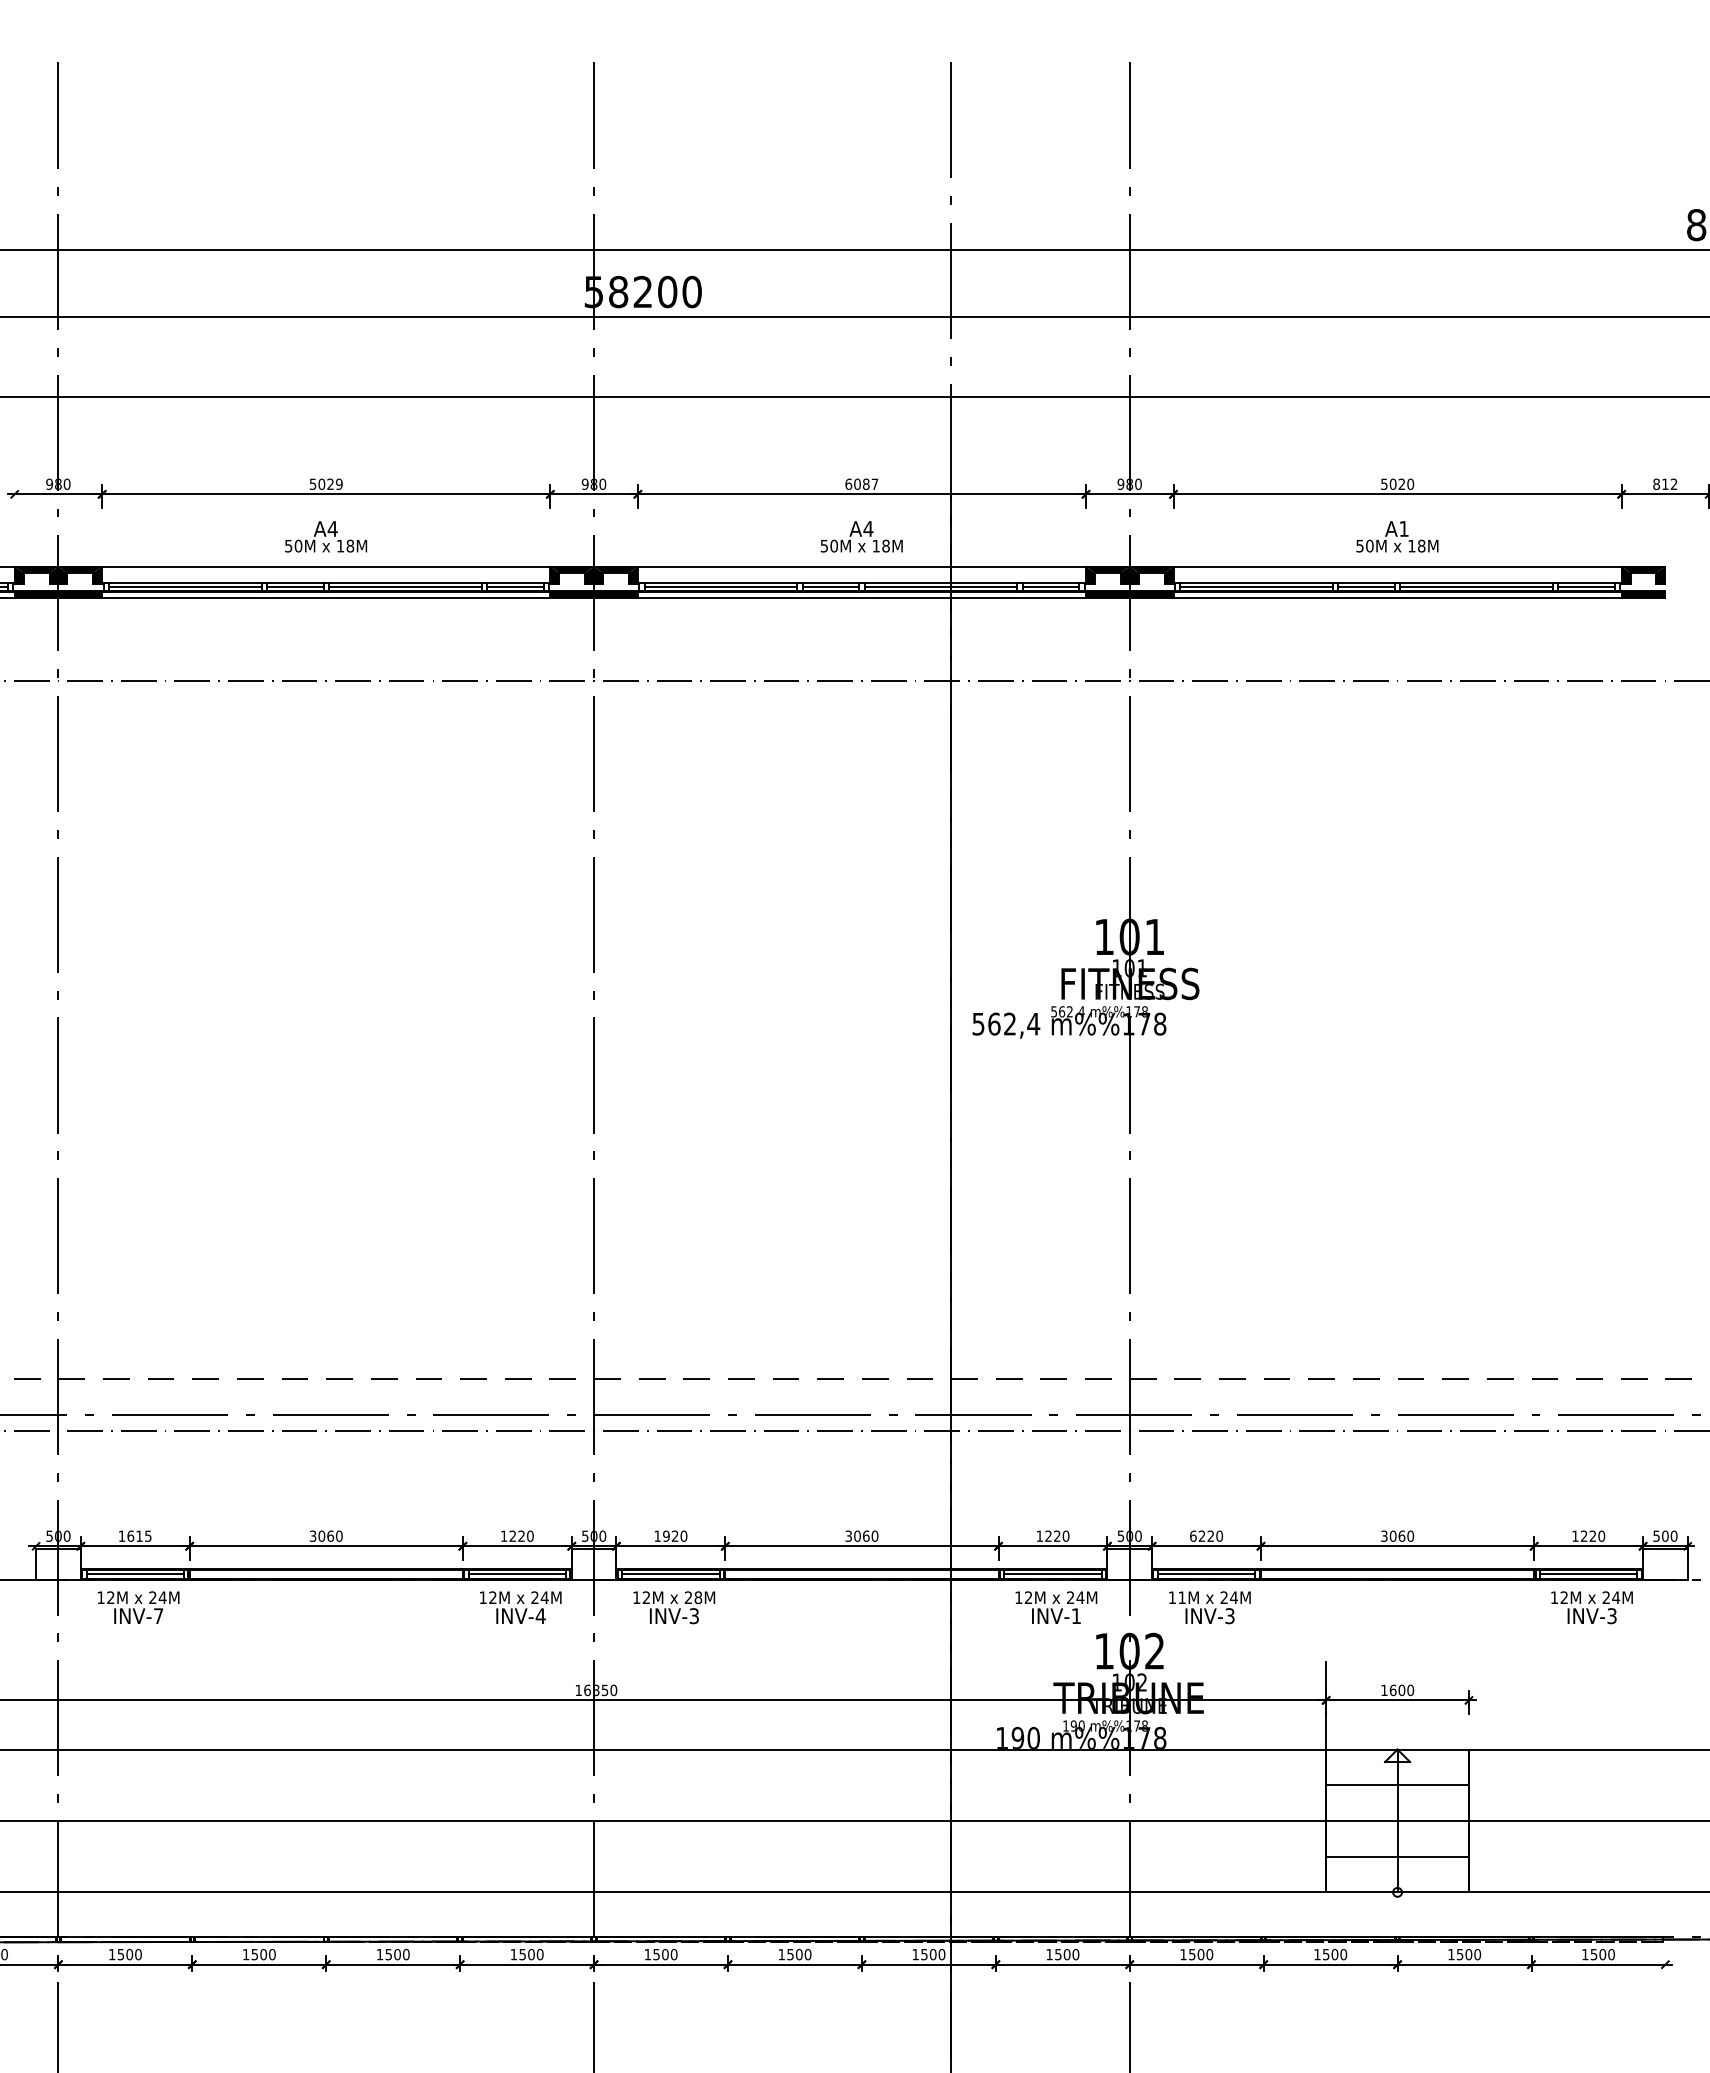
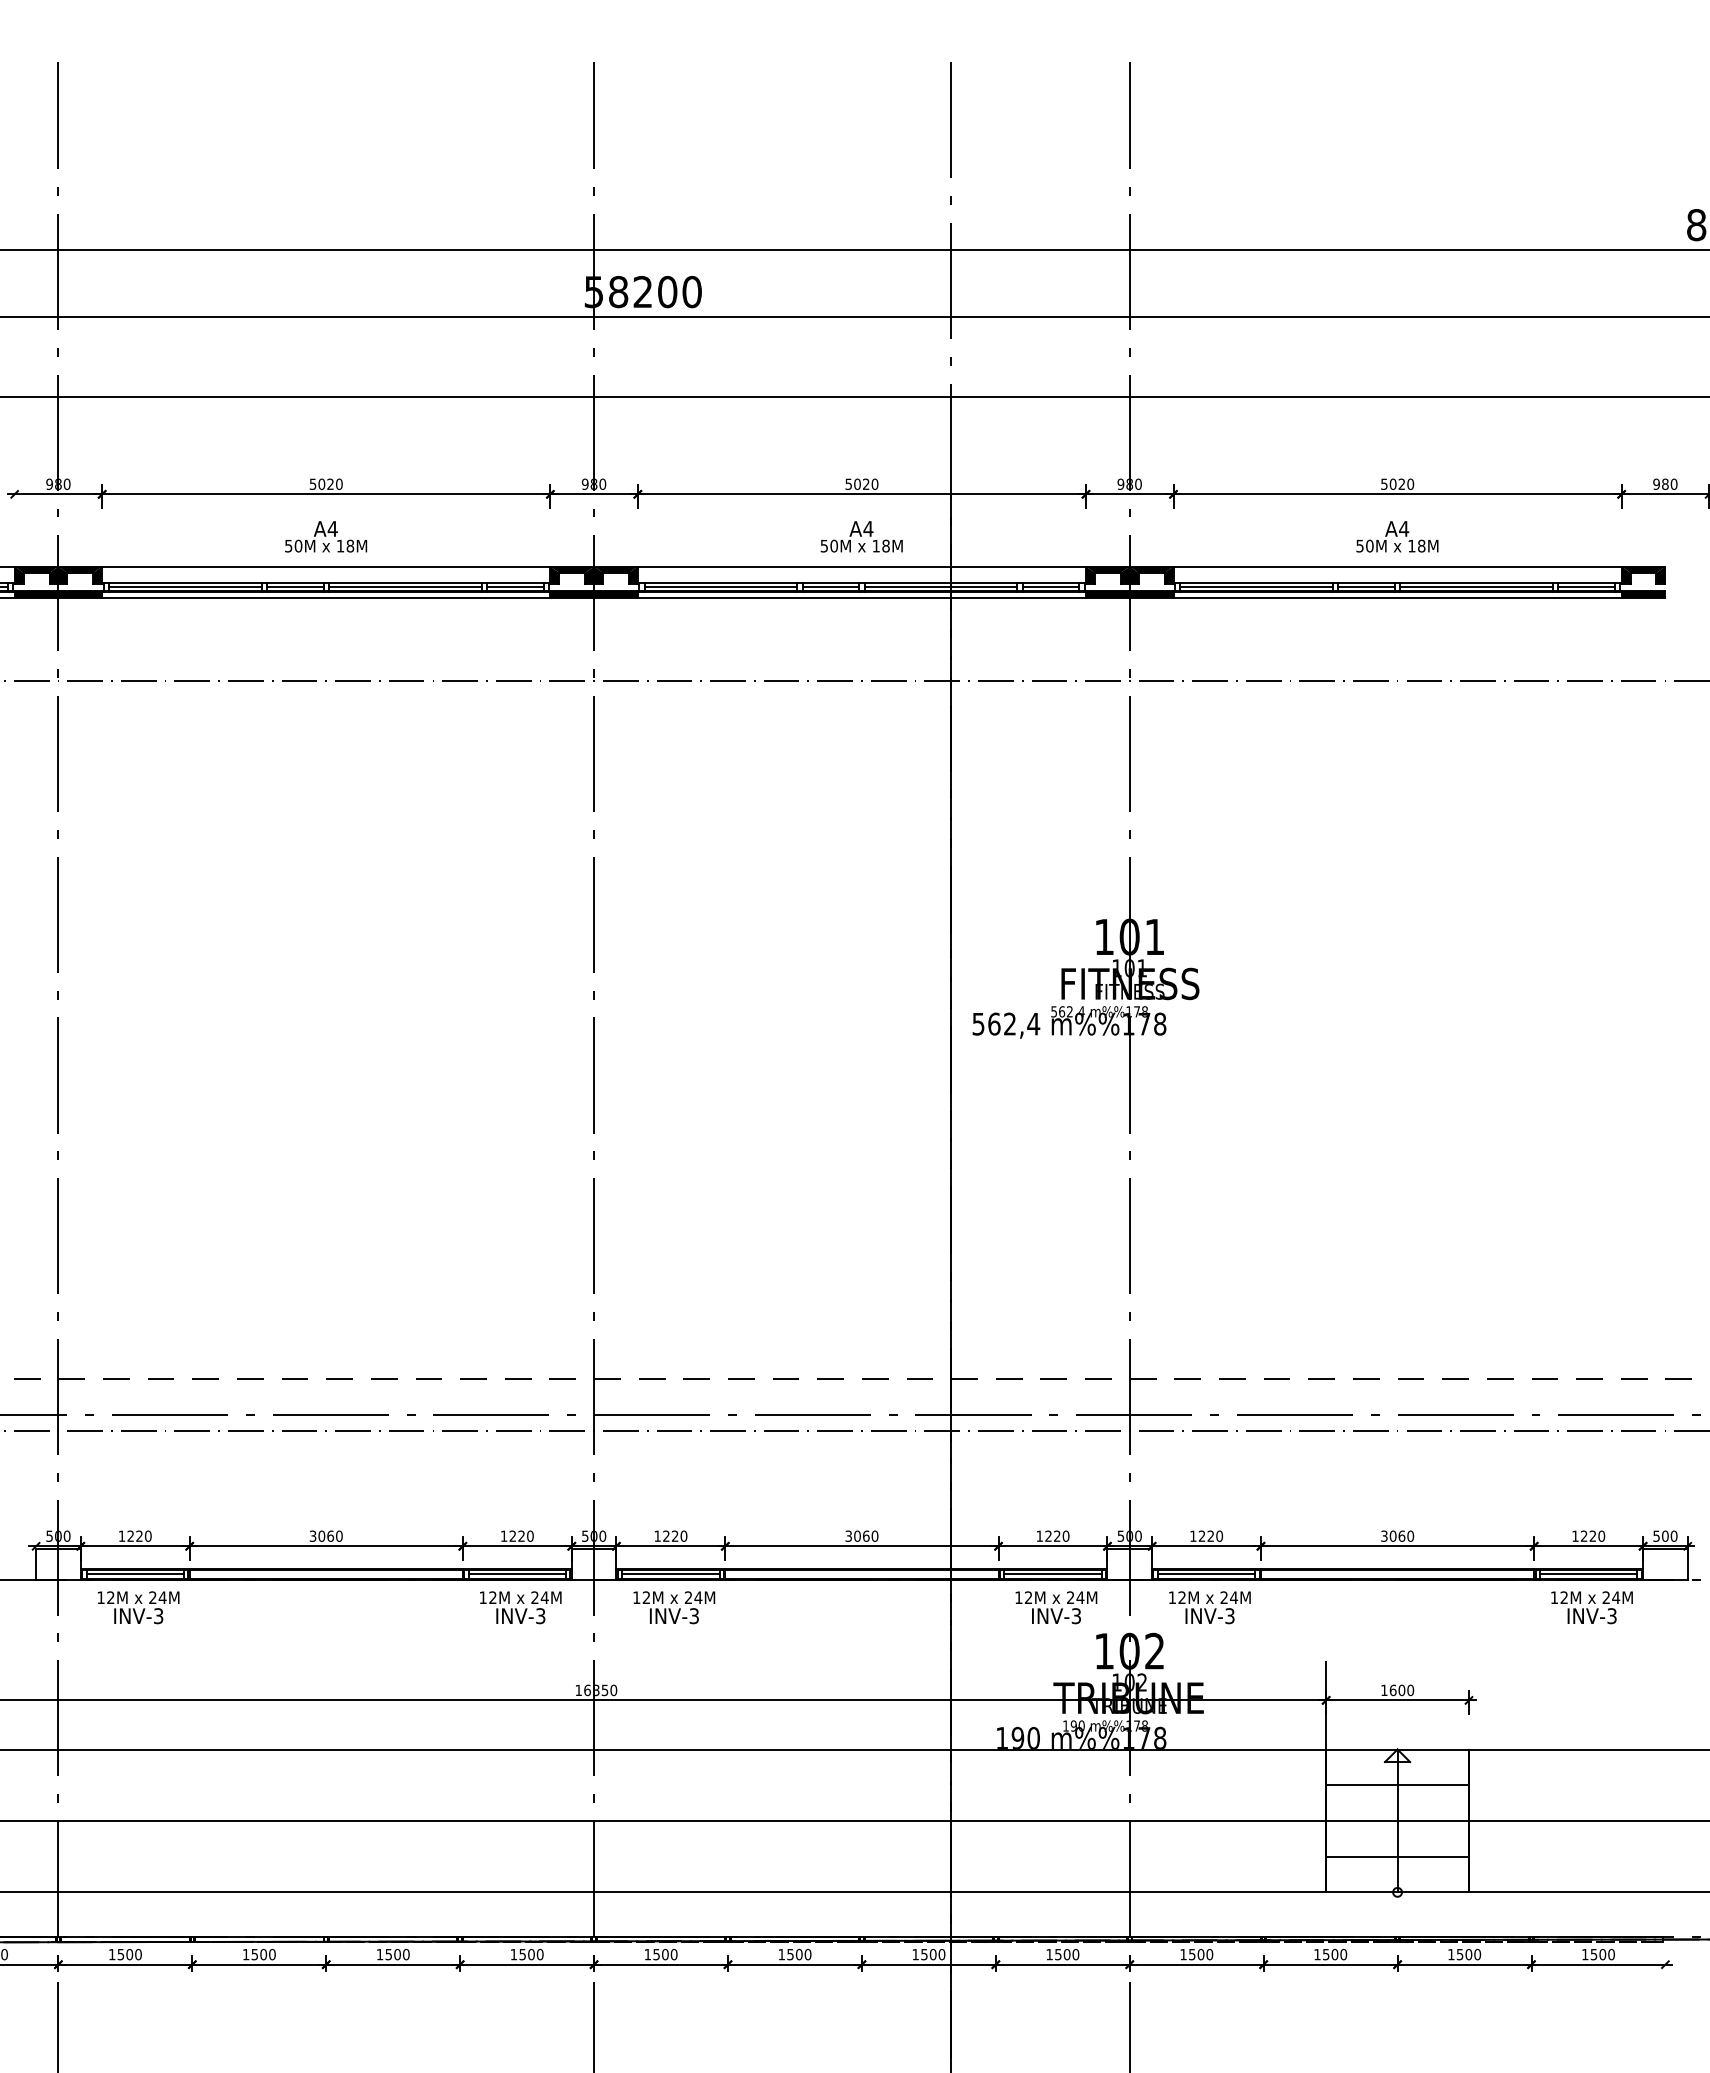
text at (339, 484): 5029 -> 5020
text at (861, 484): 6087 -> 5020
text at (1665, 484): 812 -> 980
text at (1404, 528): A1 -> A4
text at (139, 1535): 1615 -> 1220
text at (666, 1535): 1920 -> 1220
text at (1193, 1535): 6220 -> 1220
text at (698, 1597): 28M -> 24M
text at (1181, 1597): 11M -> 12M
text at (158, 1616): INV-7 -> INV-3
text at (540, 1616): INV-4 -> INV-3
text at (1075, 1616): INV-1 -> INV-3
